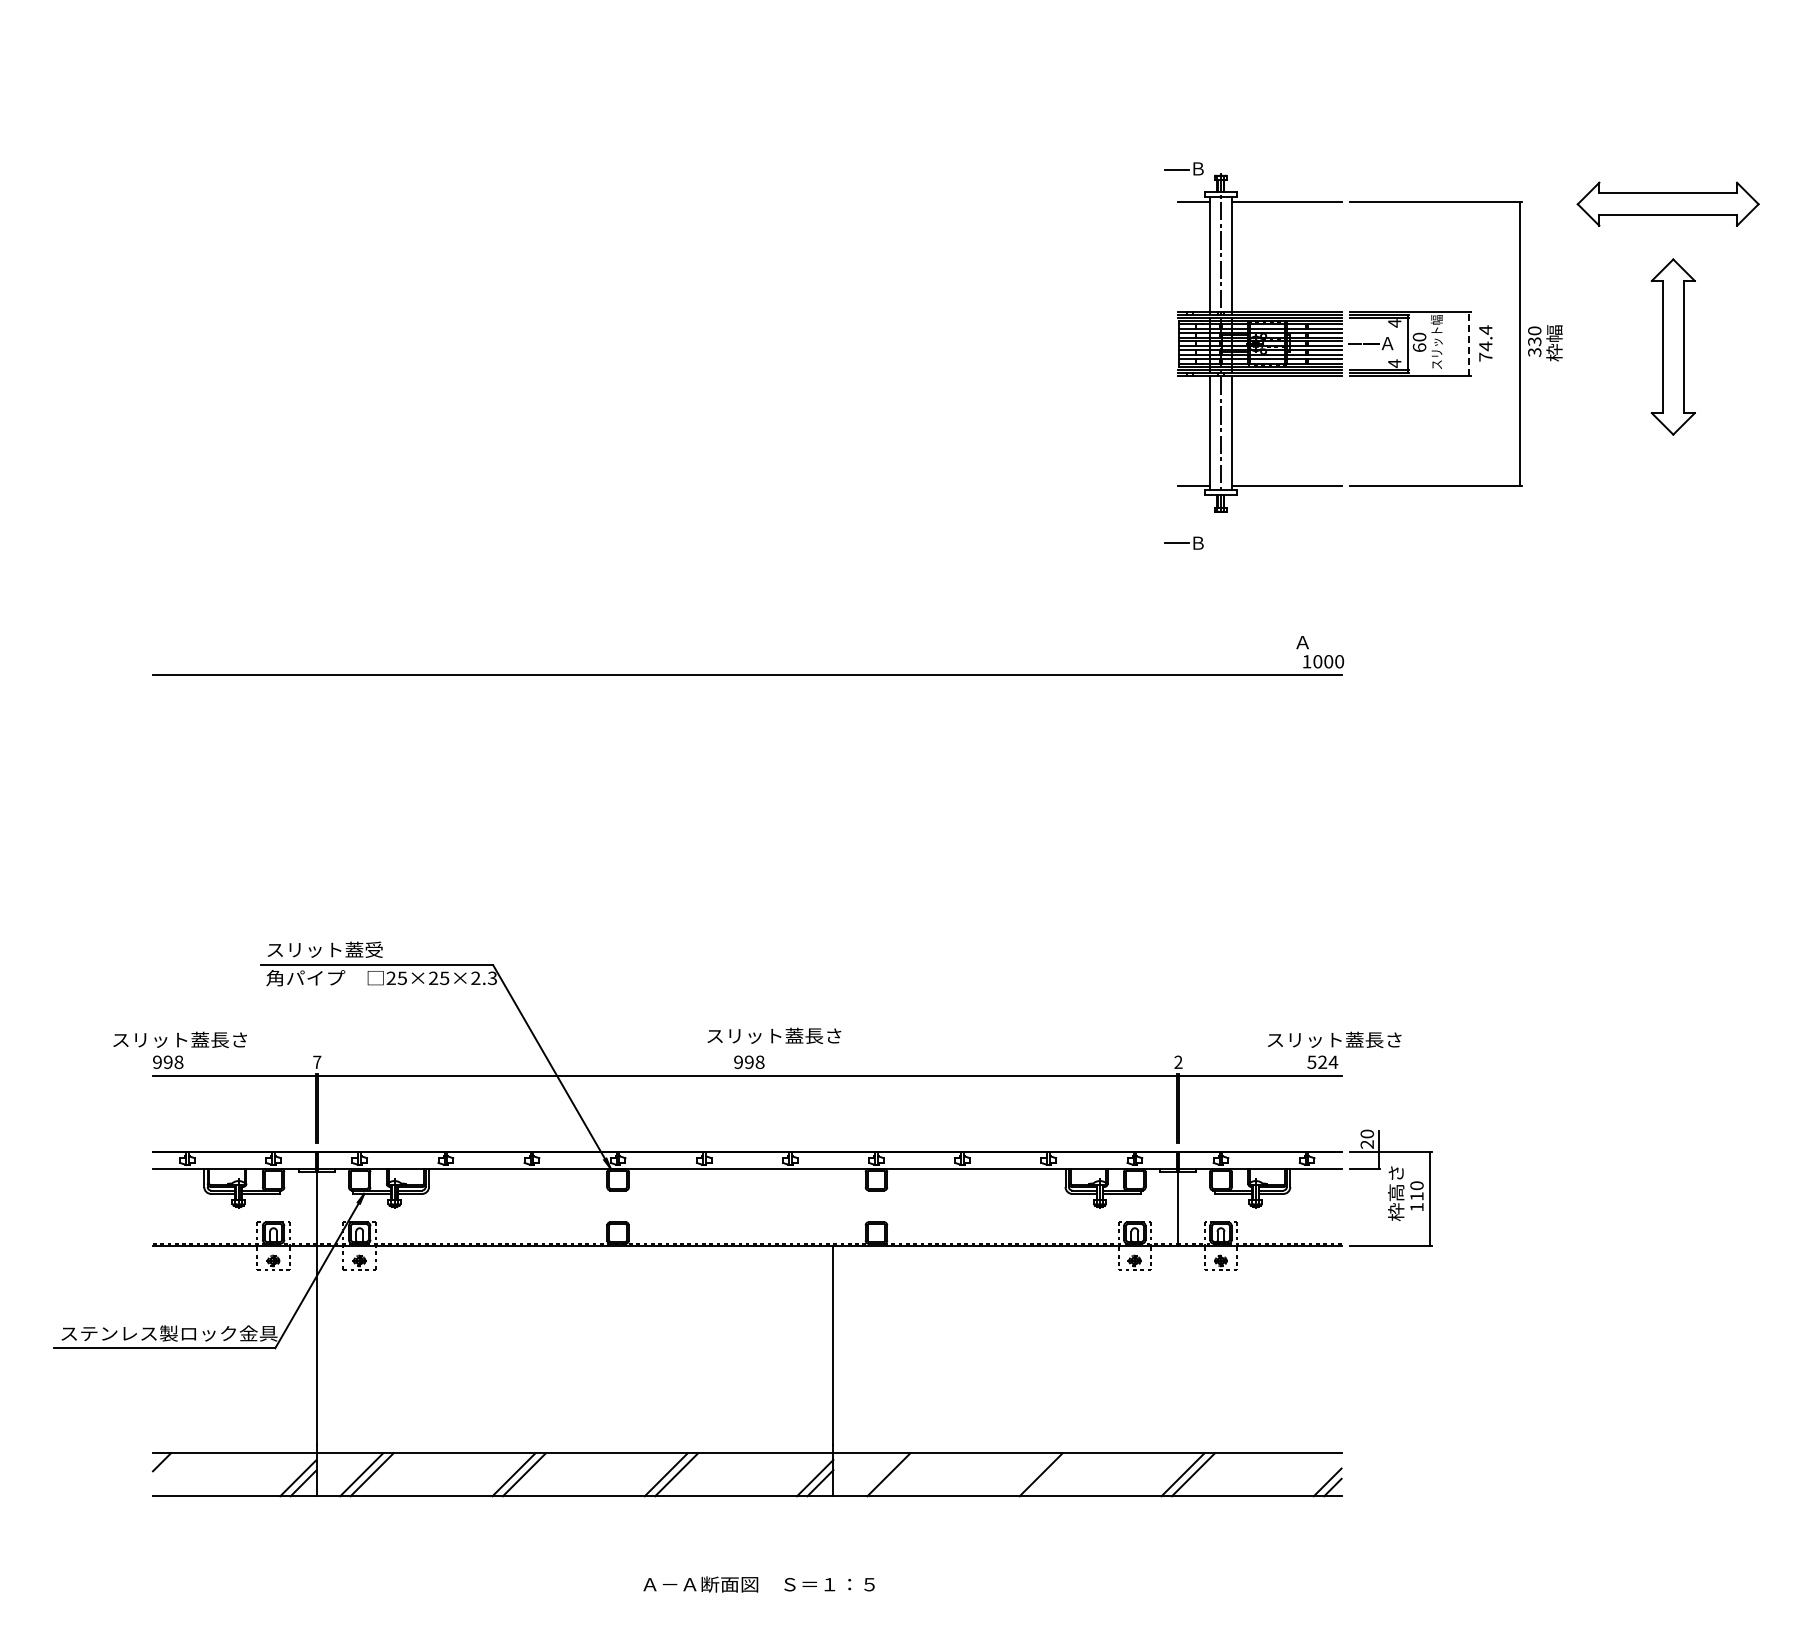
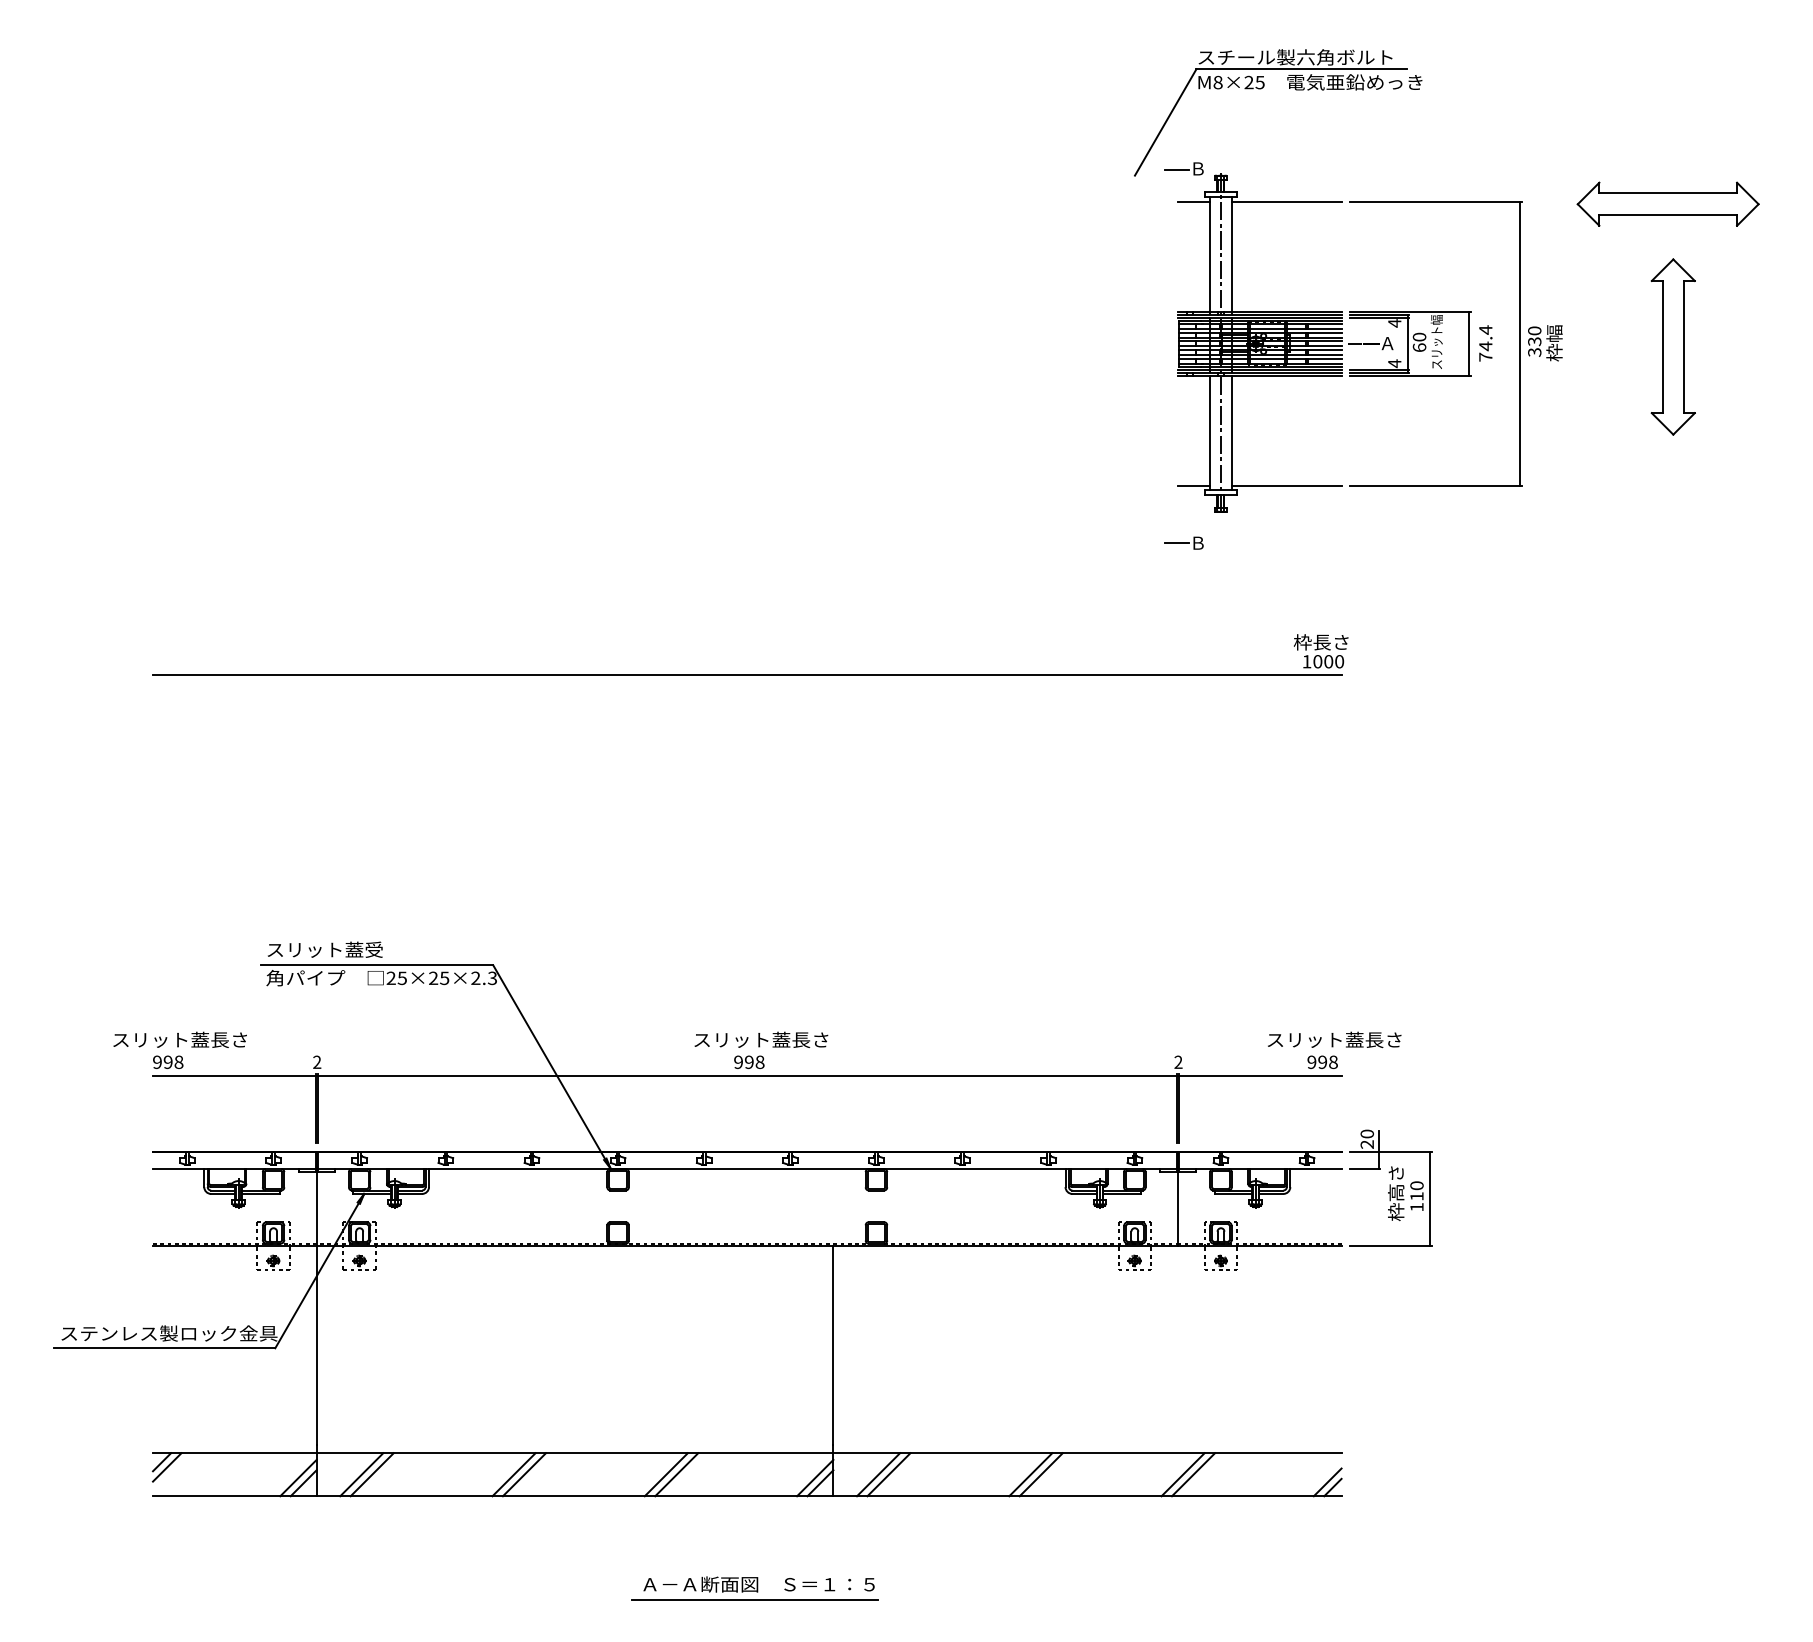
part at (1289, 88): none -> present
line at (1469, 343): dashed -> solid
text at (1320, 642): Ａ -> 枠長さ
text at (774, 1035) position: (774, 1035) -> (761, 1039)
text at (317, 1061): 7 -> 2
text at (1322, 1062): 524 -> 998
line at (167, 1467): none -> present
line at (878, 1474): none -> present
line at (1030, 1474): none -> present
line at (755, 1600): none -> present
